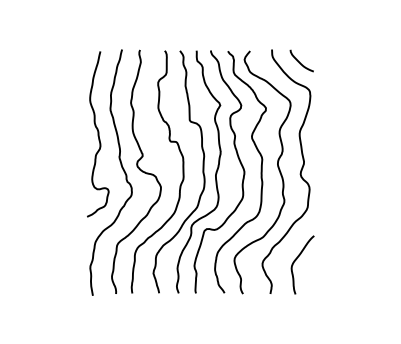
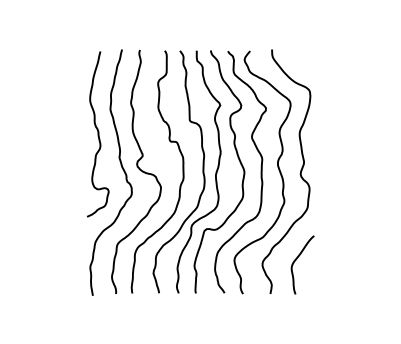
curve at (299, 61): present -> none
